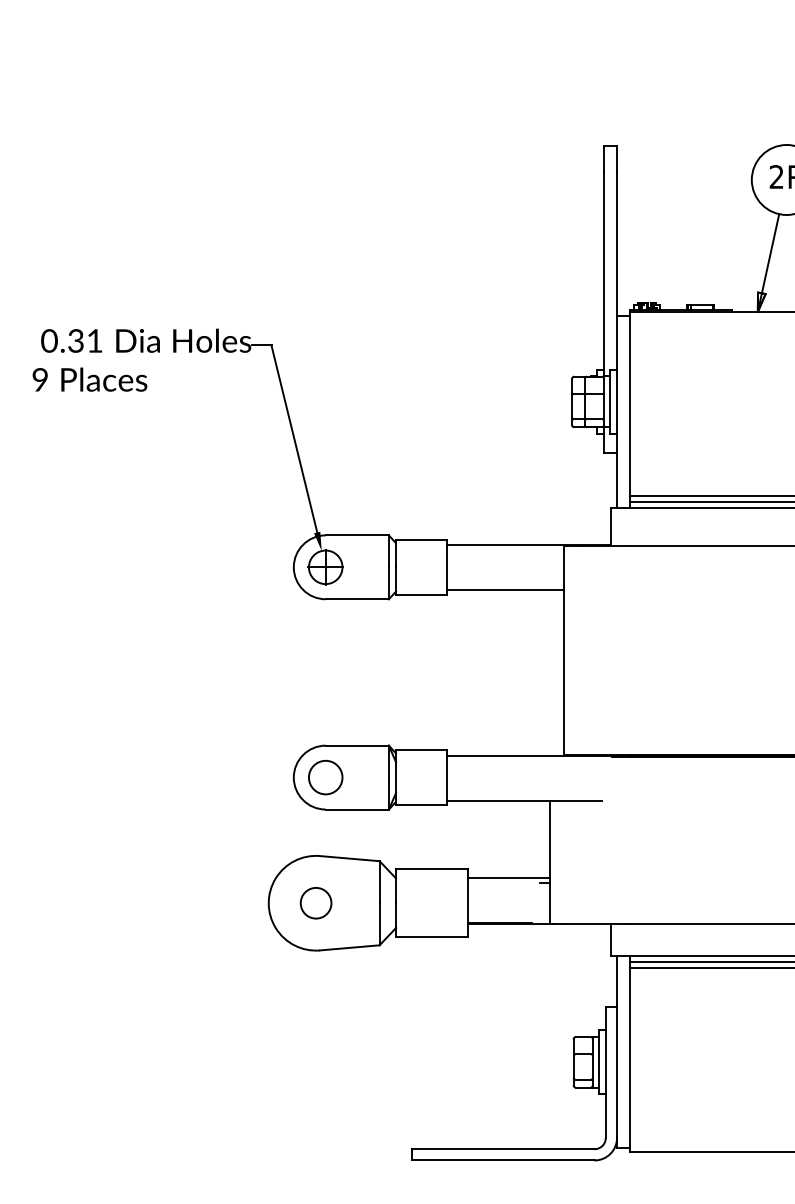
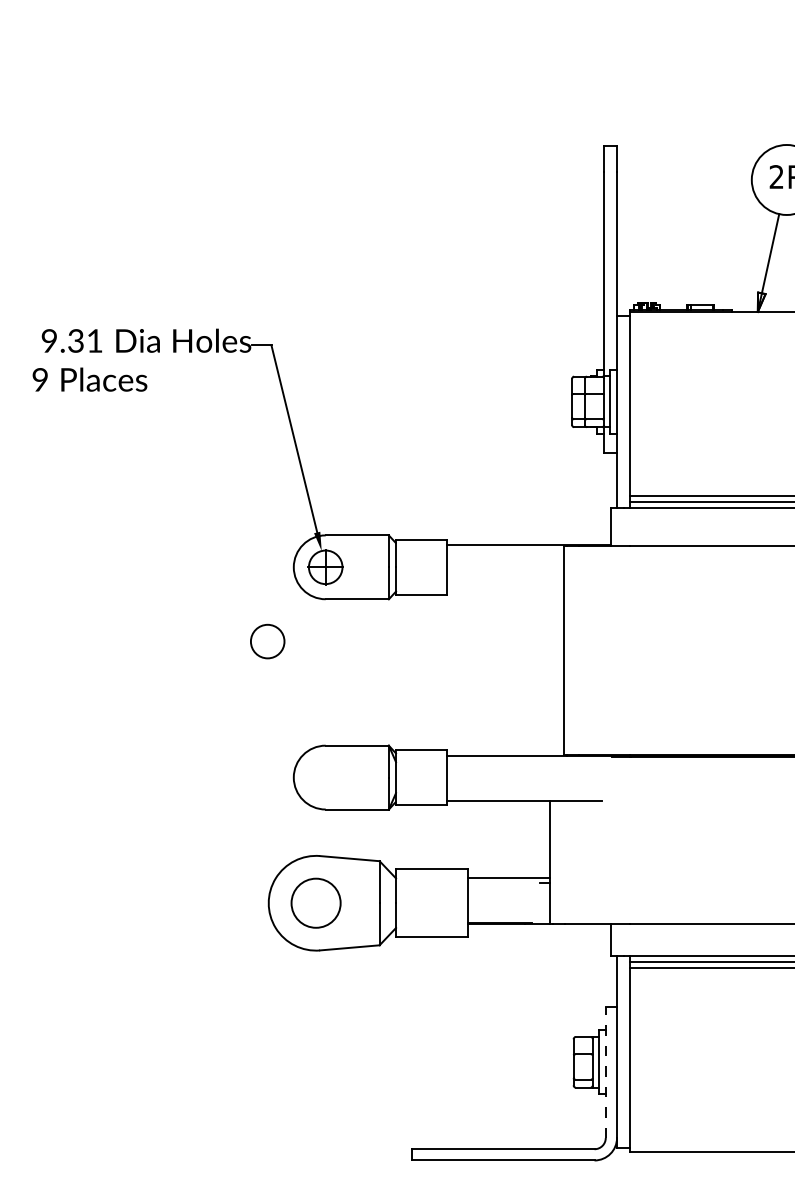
text at (49, 341): 0.31 -> 9.31
line at (505, 590): present -> none
circle at (325, 777) position: (325, 777) -> (267, 641)
circle at (315, 902) diameter: 31 px -> 49 px
line at (605, 1071): solid -> dashed
